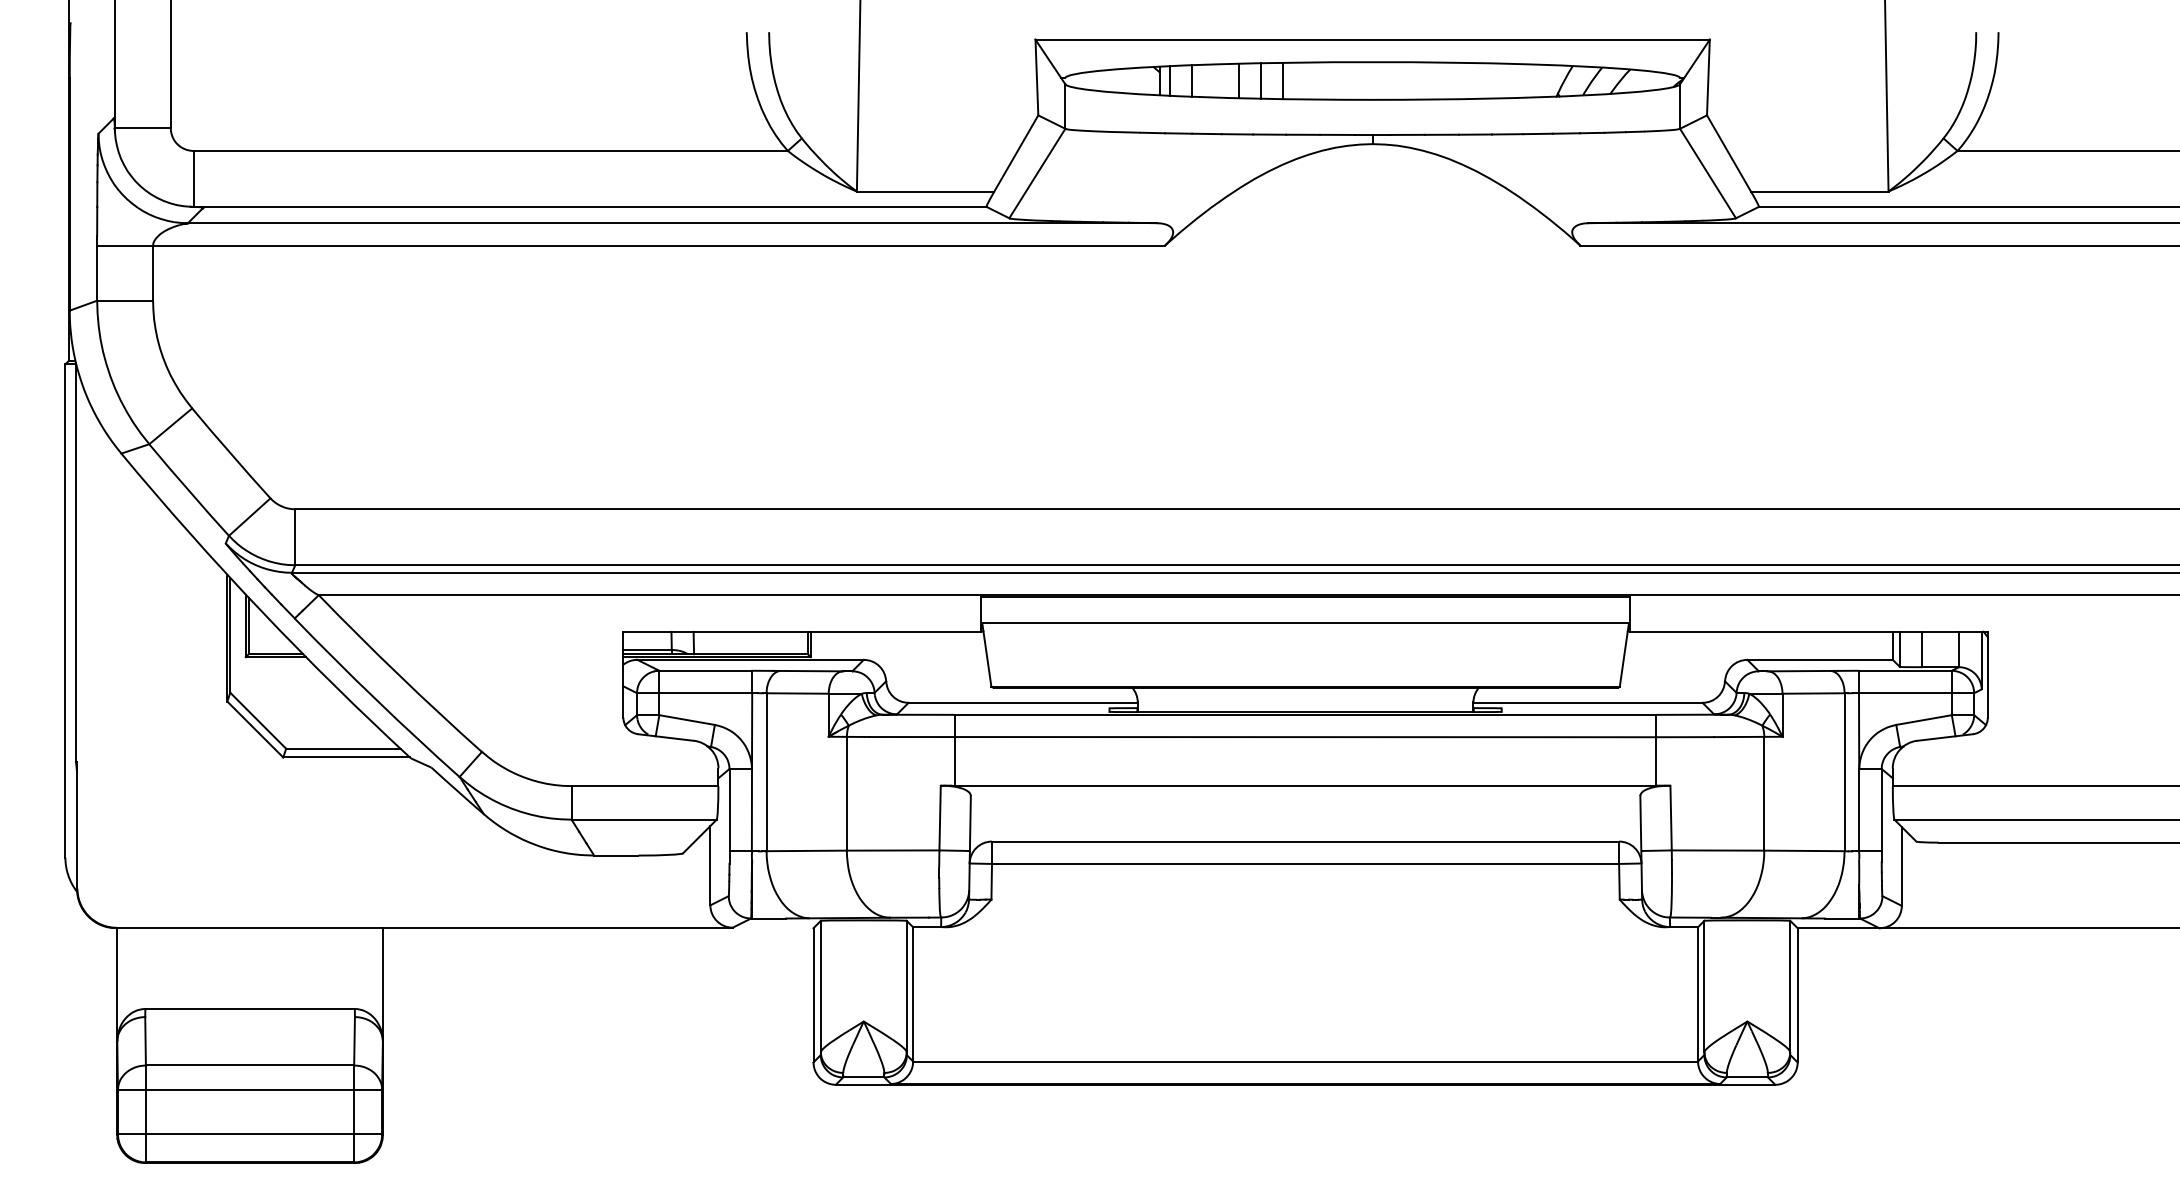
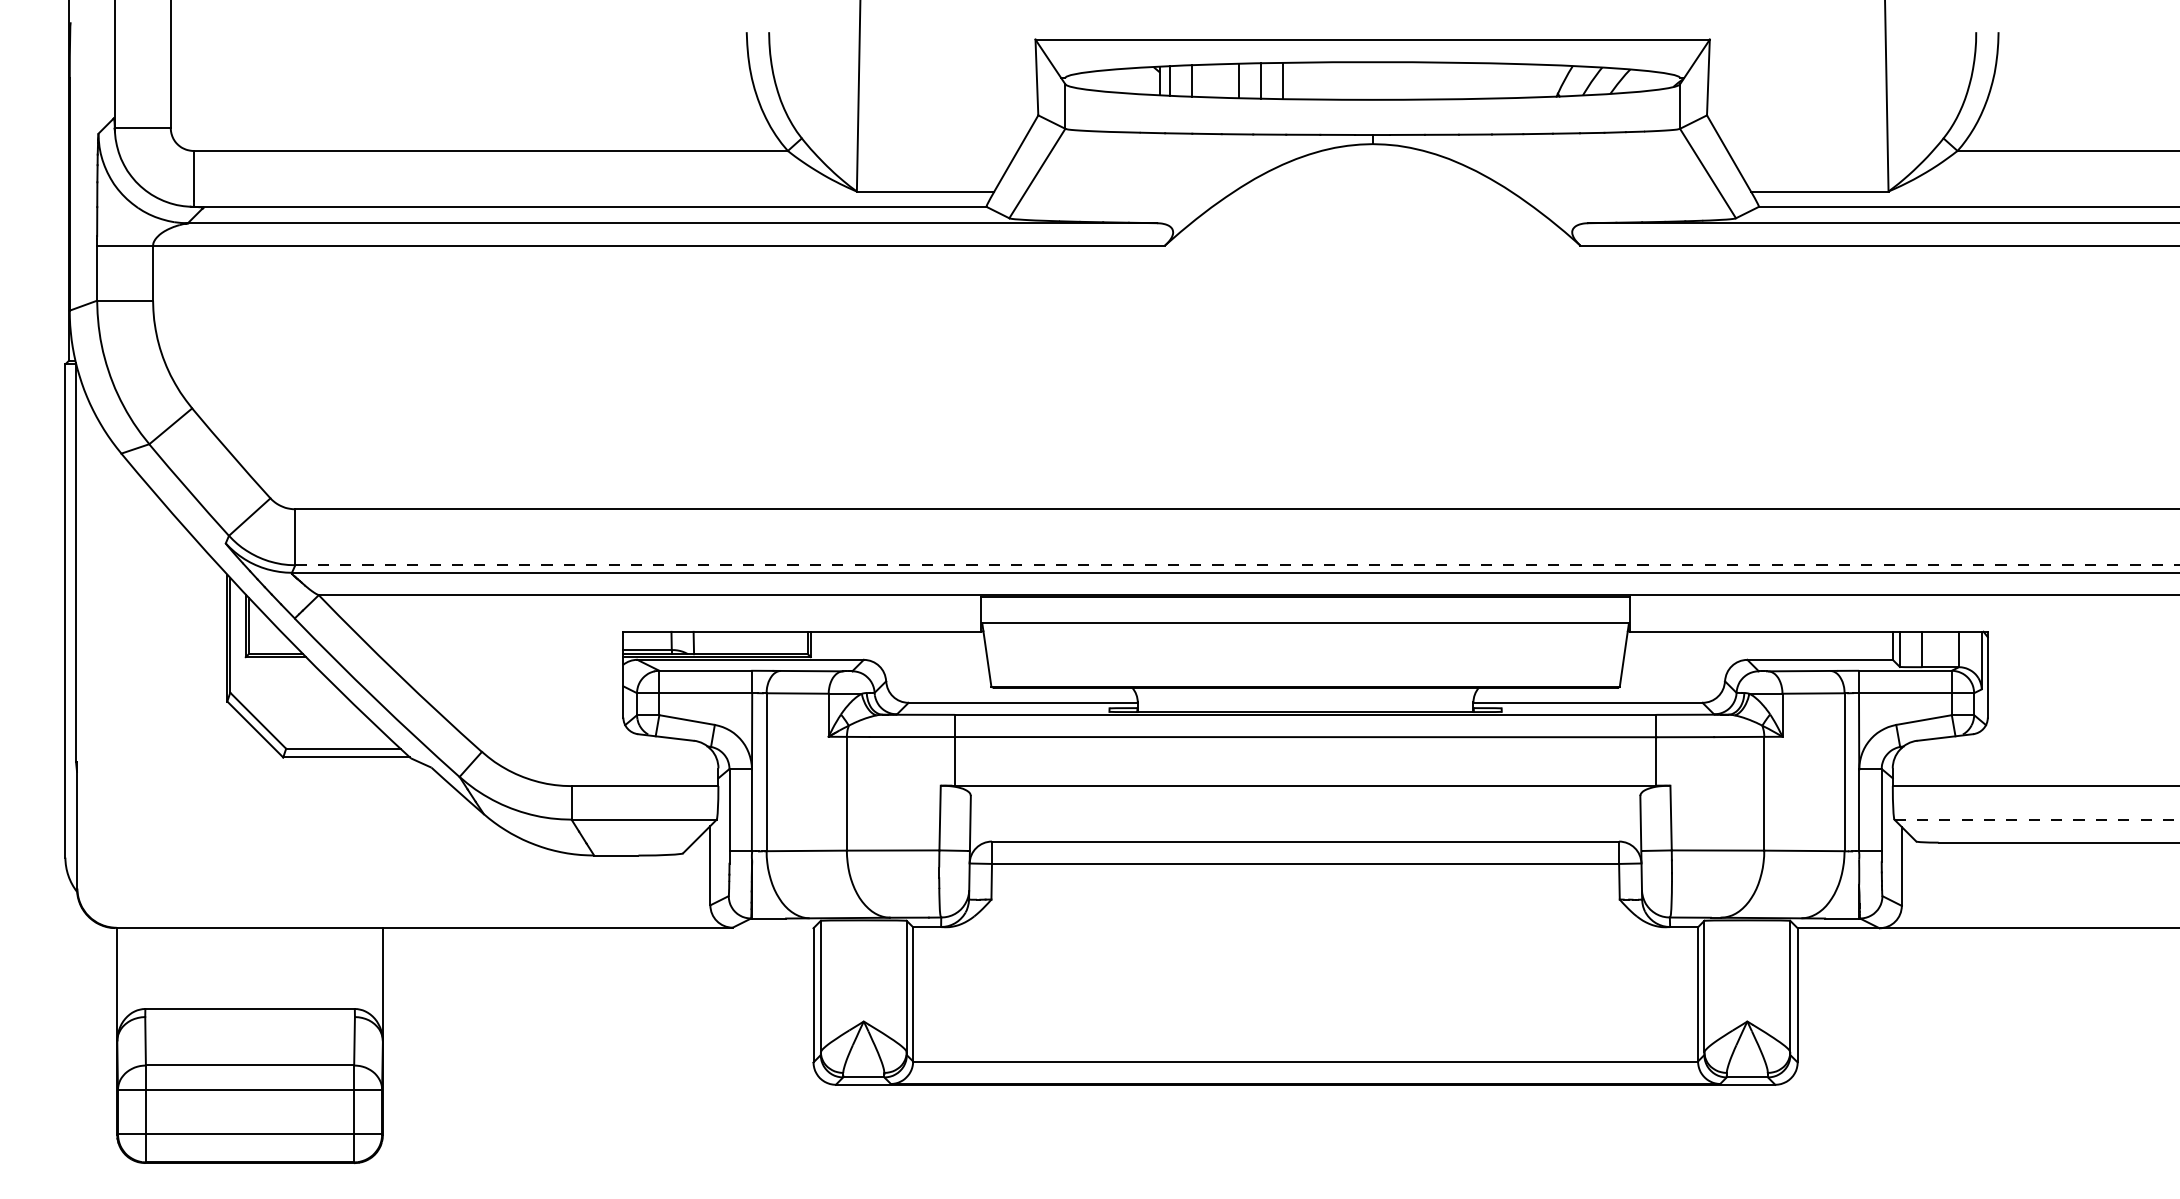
line at (1237, 565): solid -> dashed
line at (2037, 819): solid -> dashed
